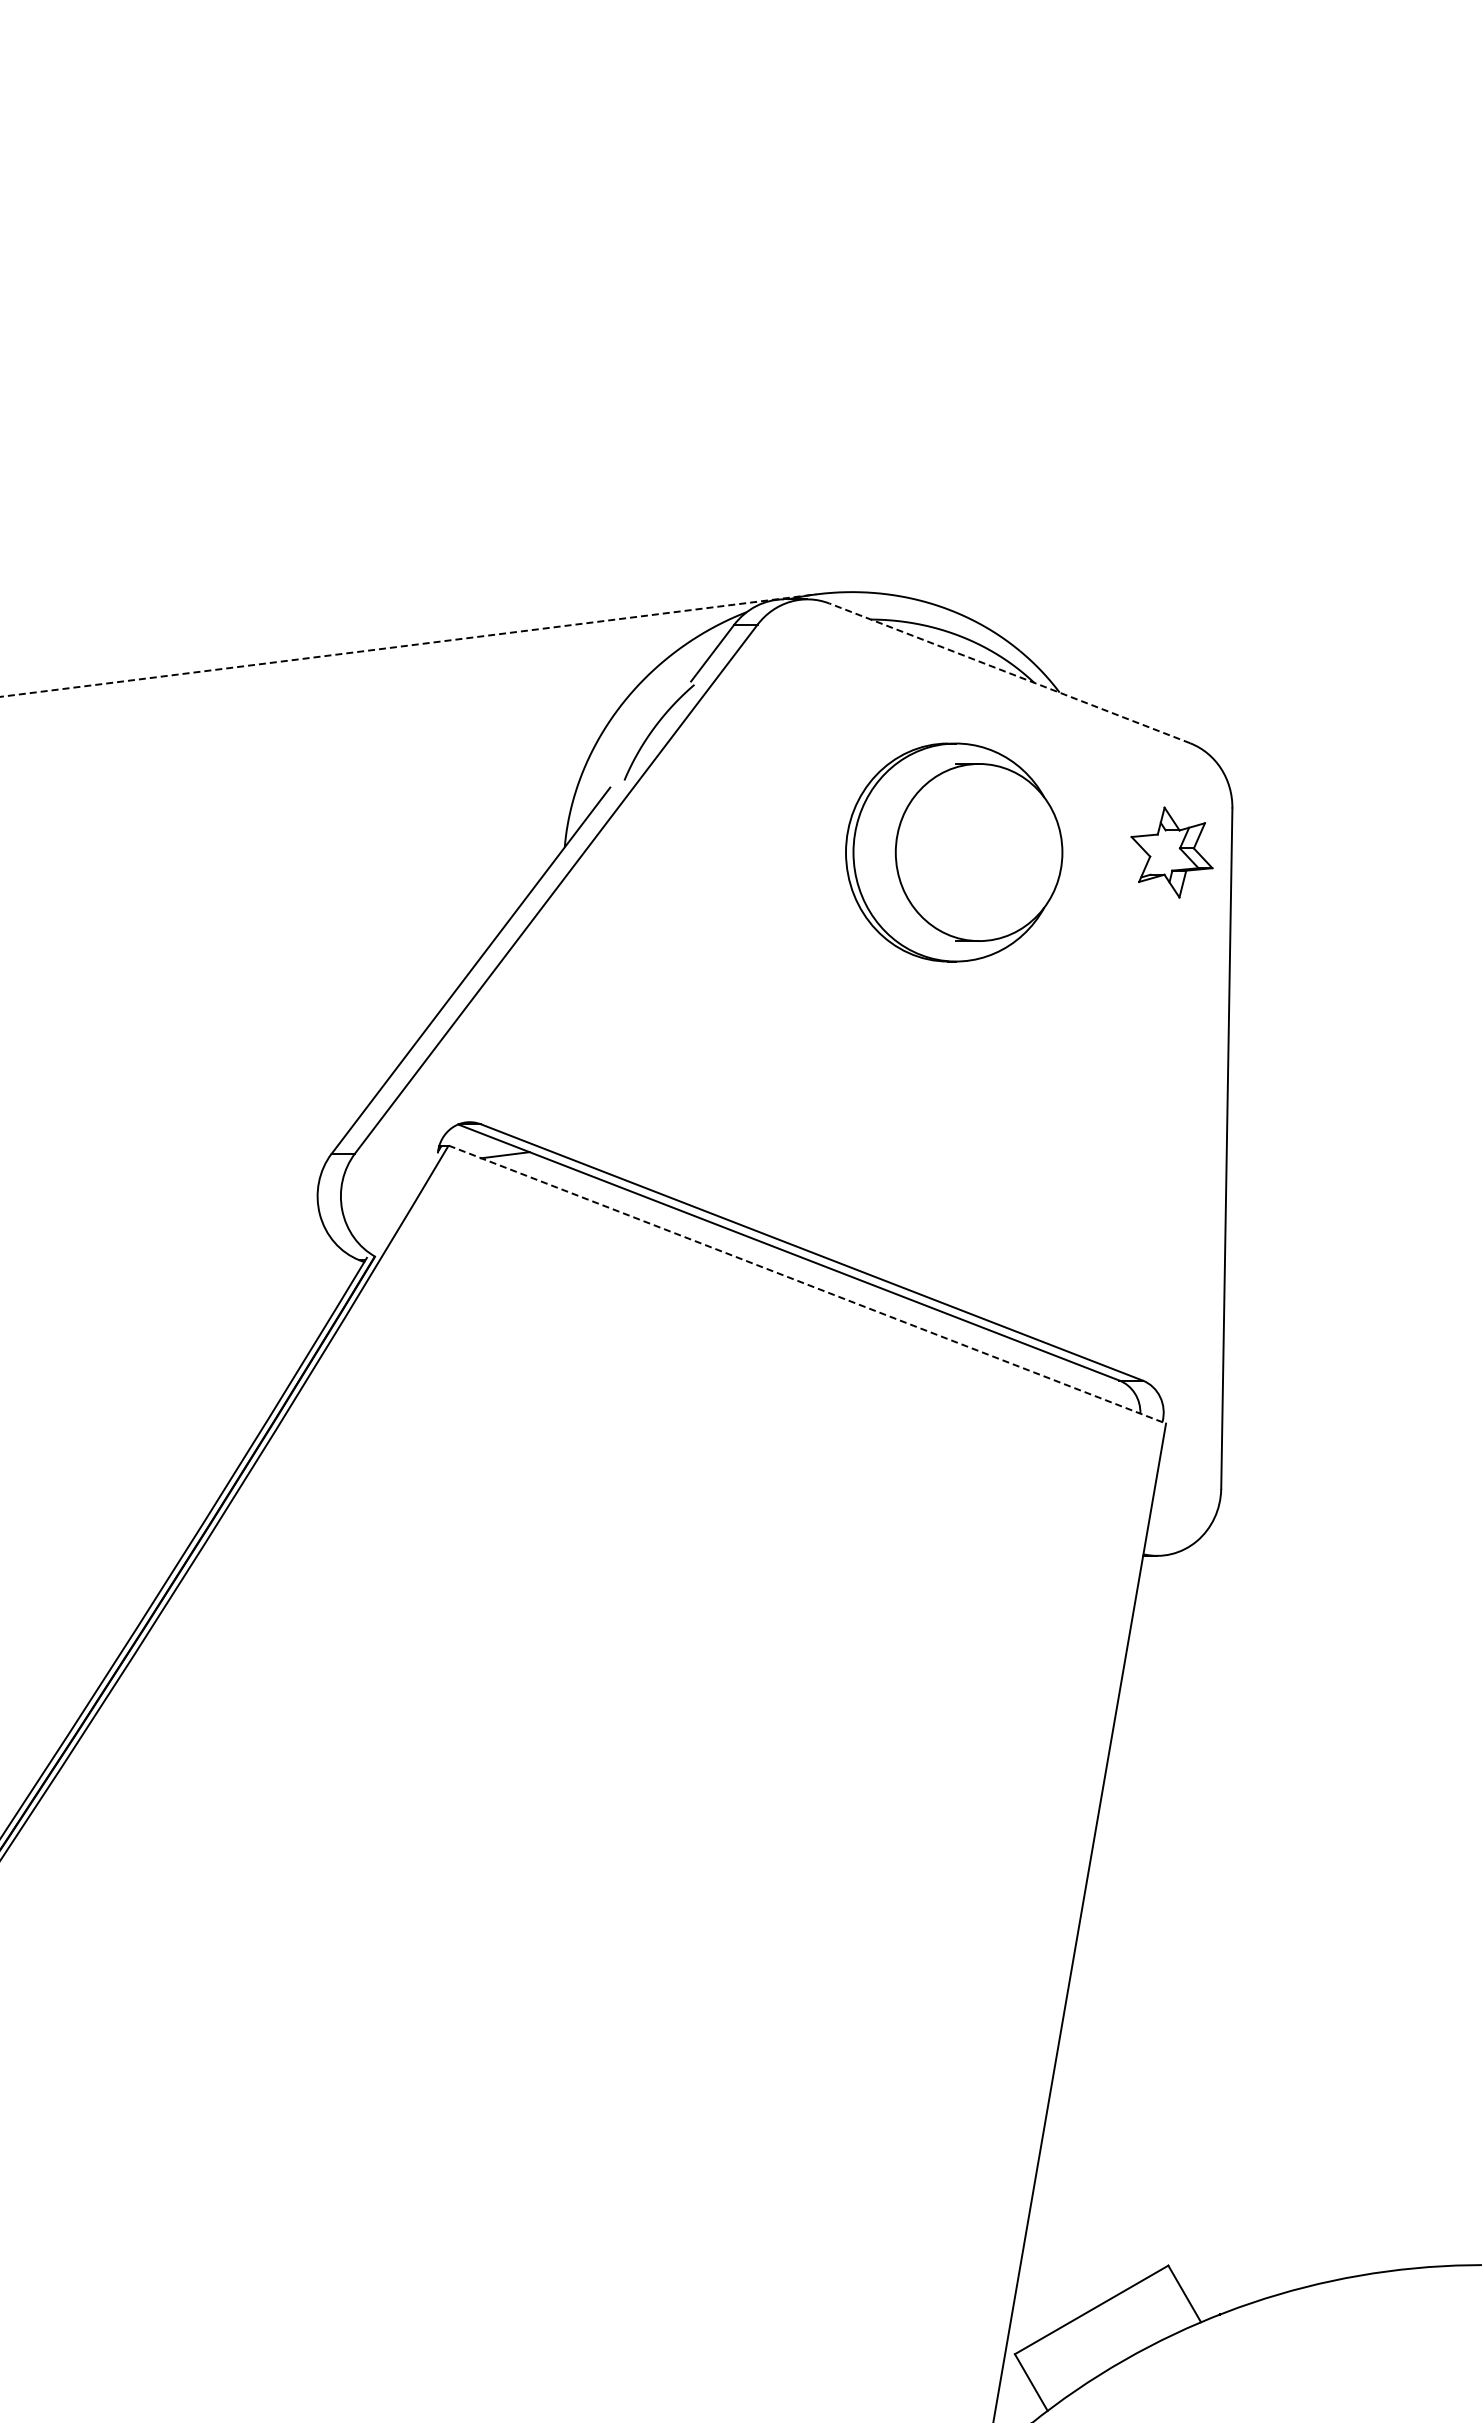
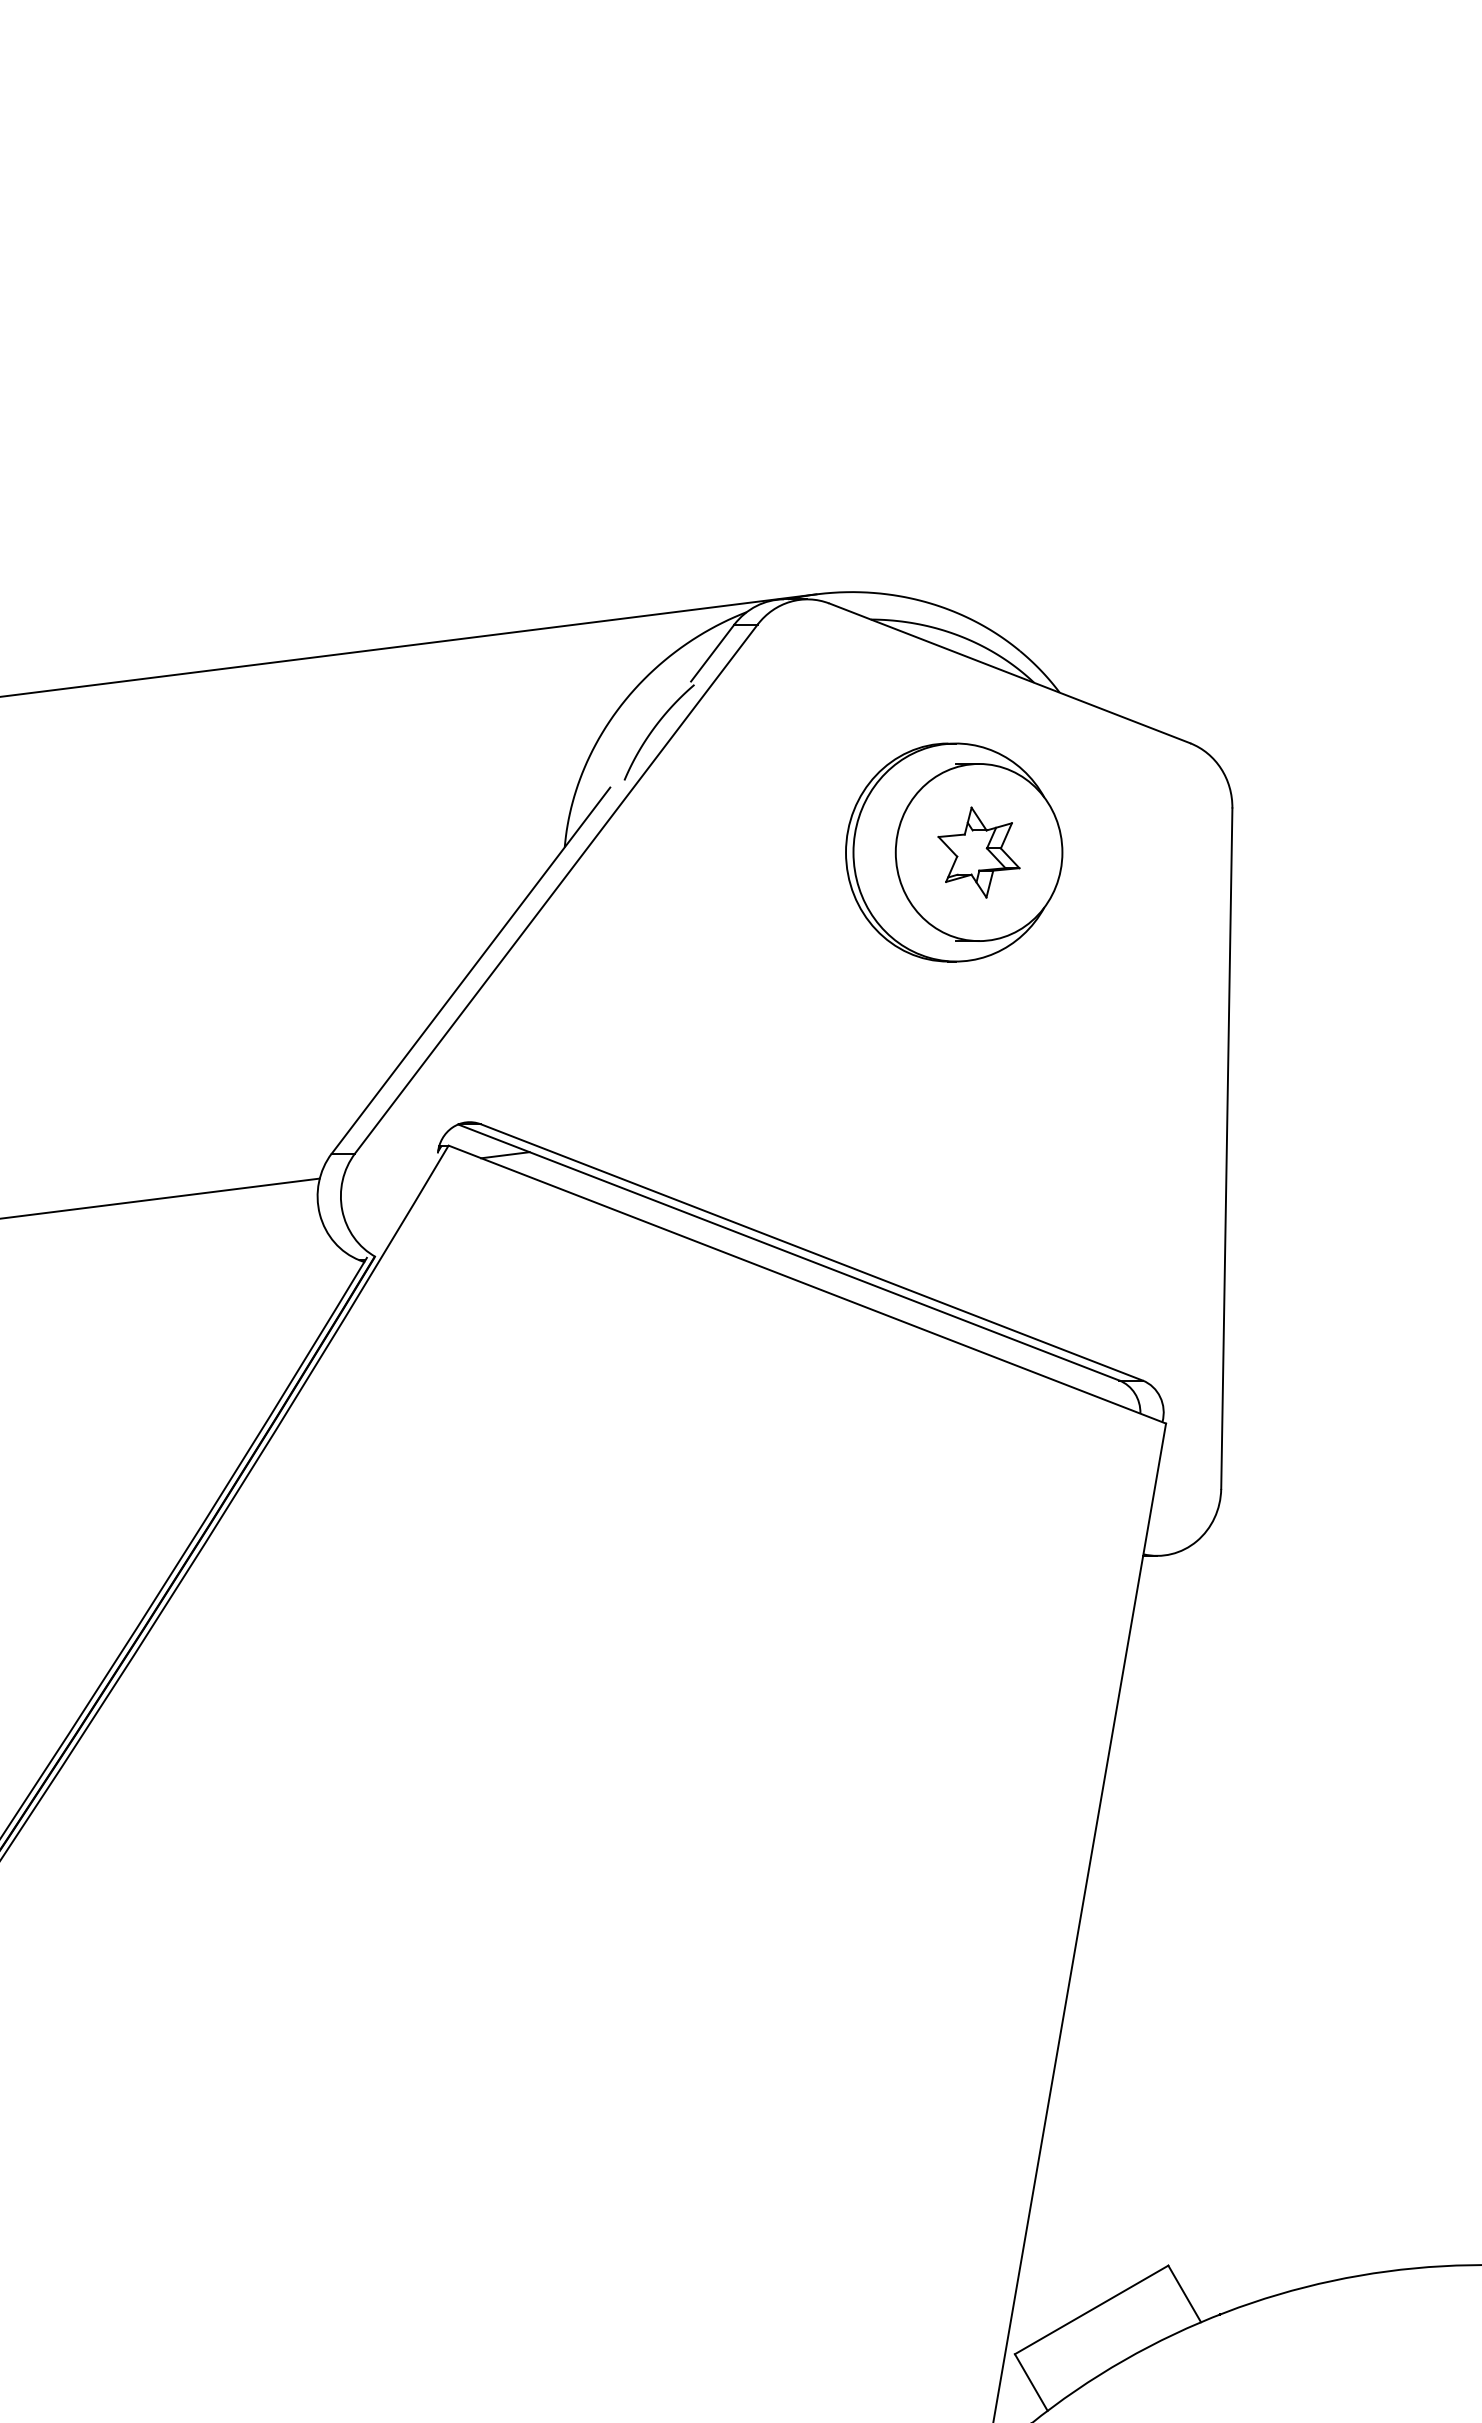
line at (408, 645): dashed -> solid
line at (1009, 673): dashed -> solid
part at (1171, 852) position: (1171, 852) -> (978, 852)
line at (160, 1198): none -> present
line at (807, 1284): dashed -> solid
